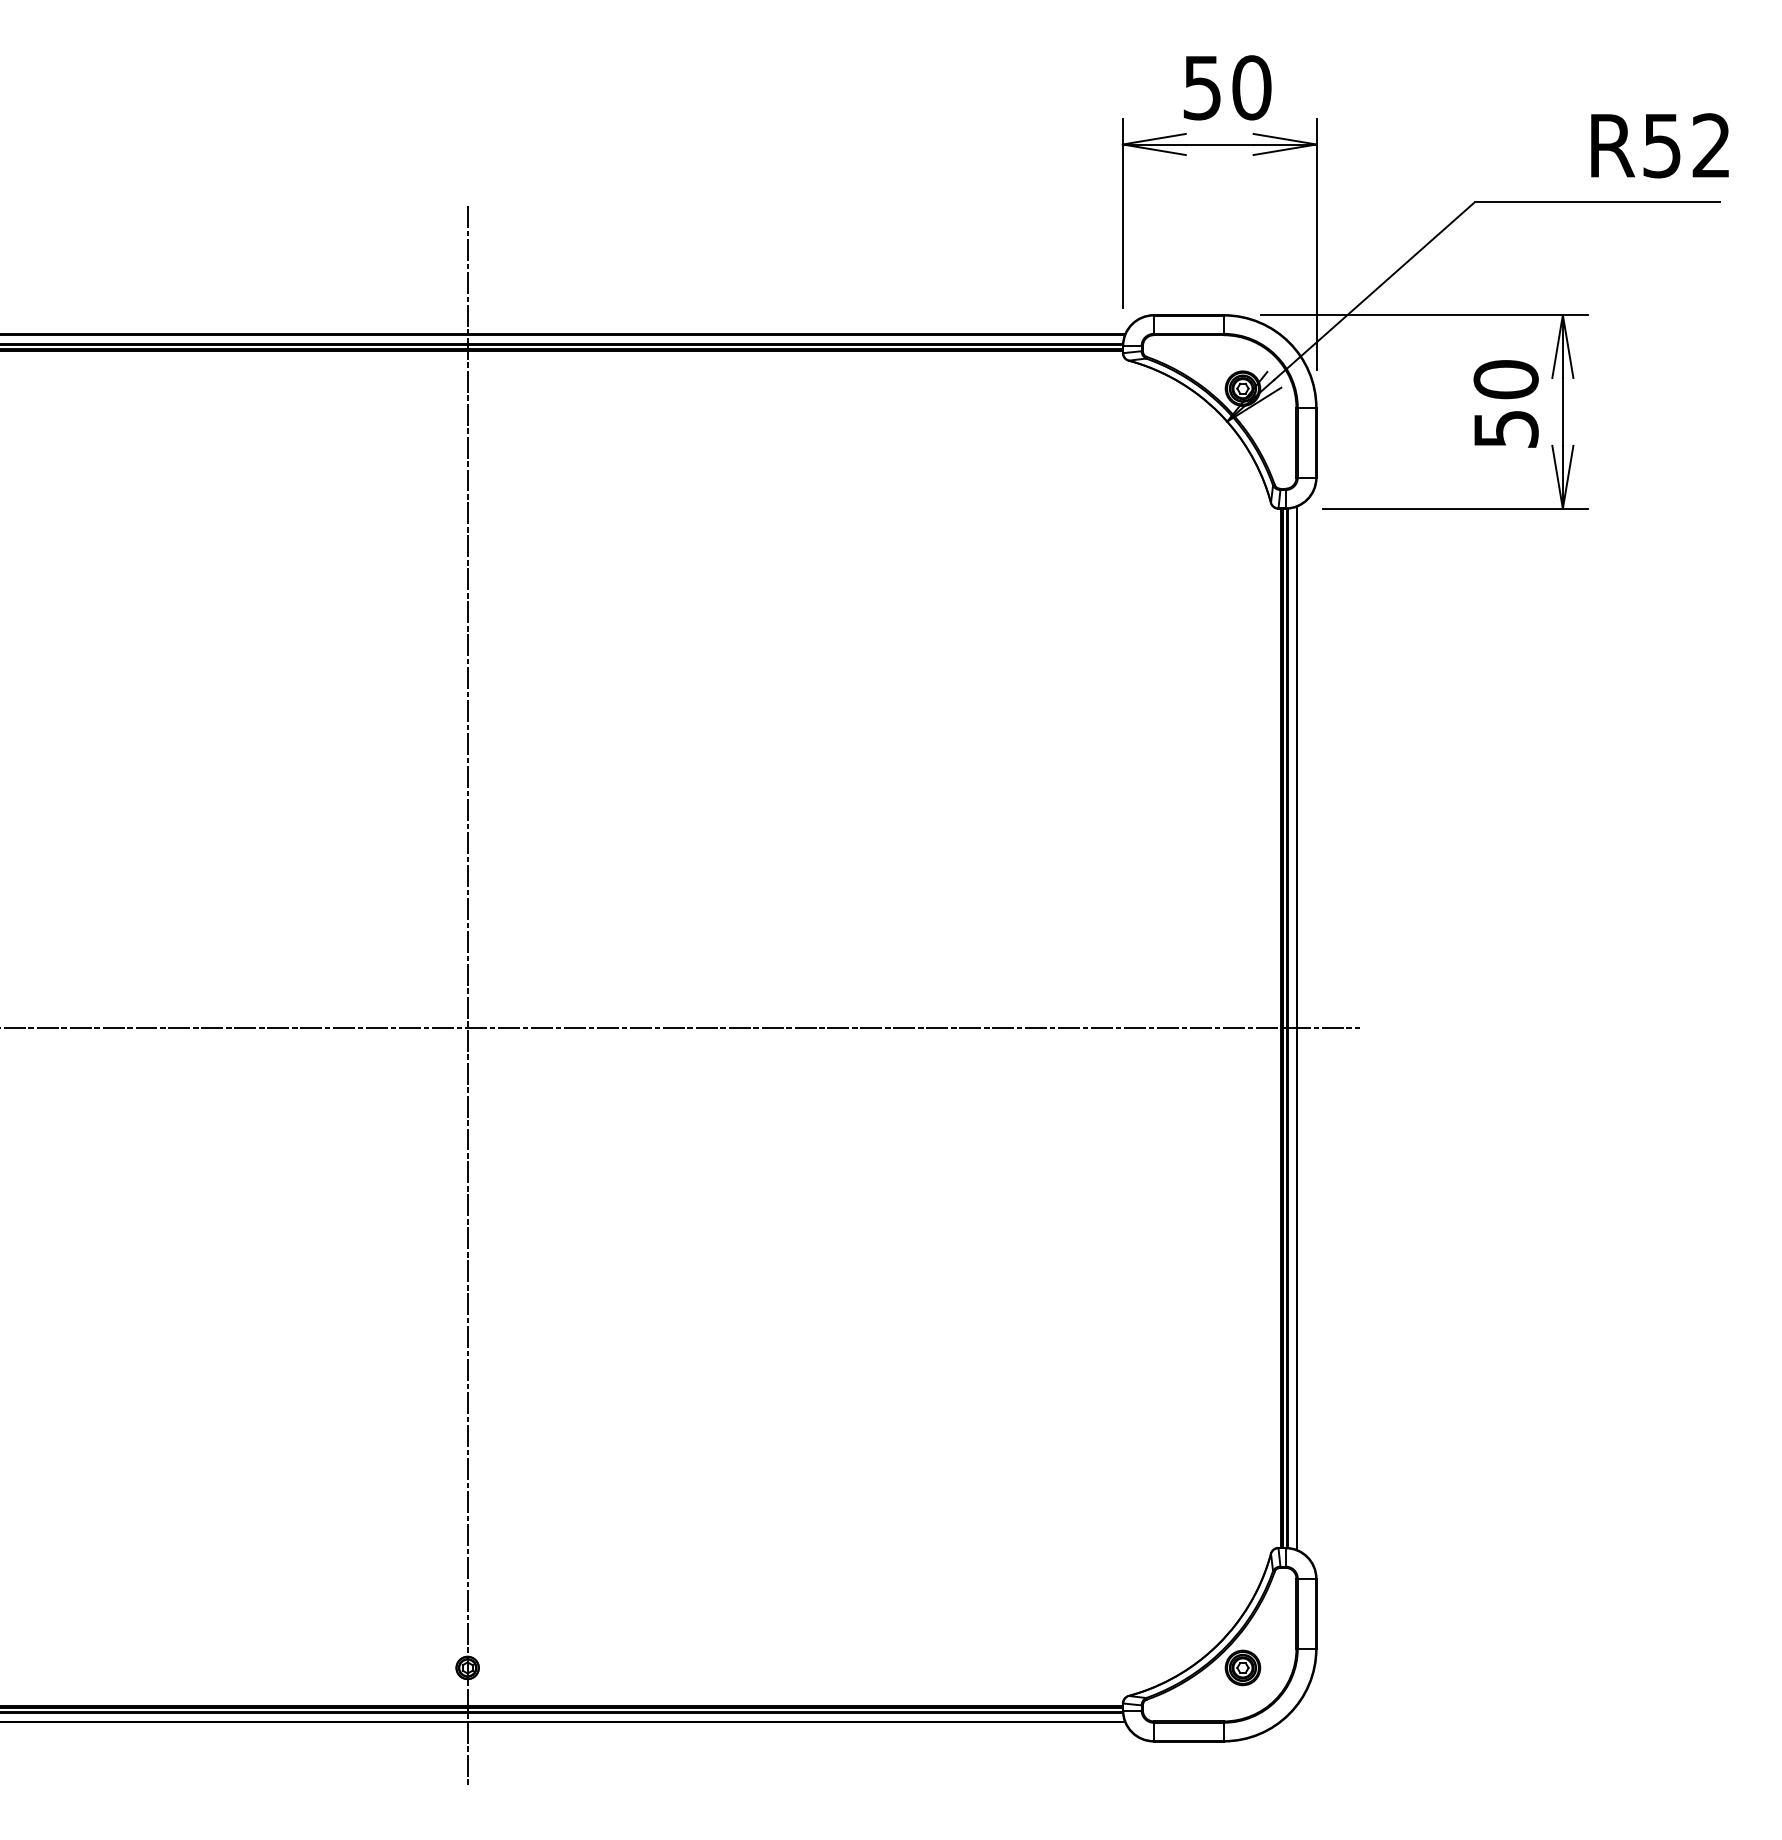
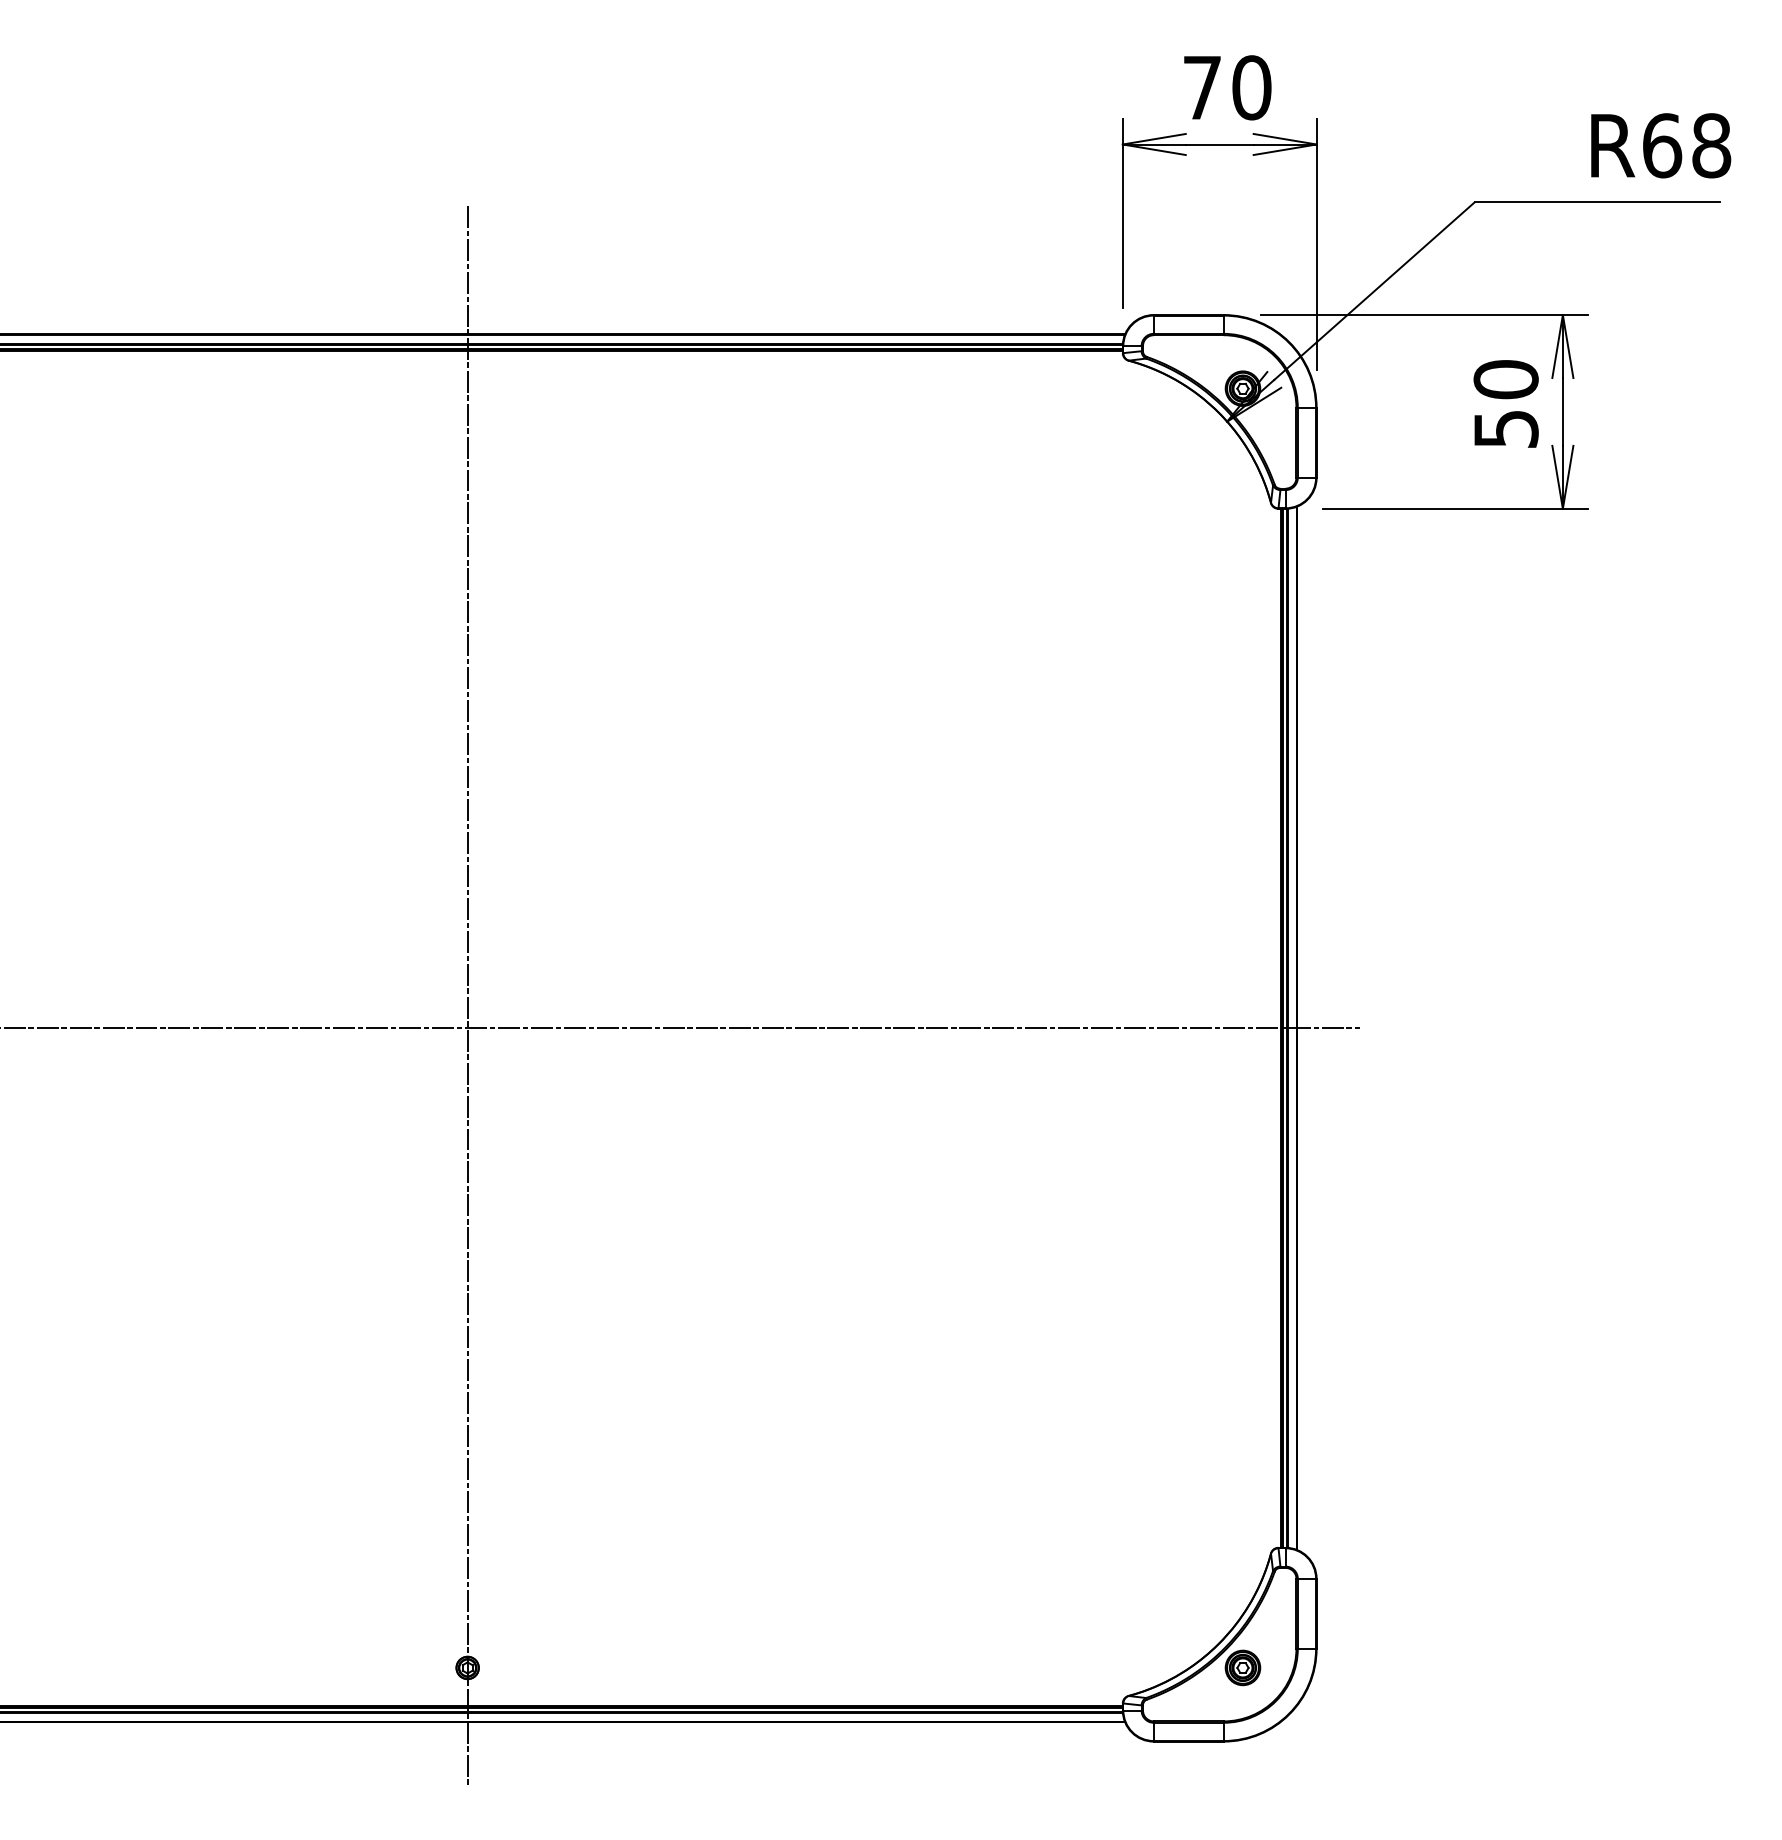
text at (1201, 88): 50 -> 70
text at (1687, 145): R52 -> R68
